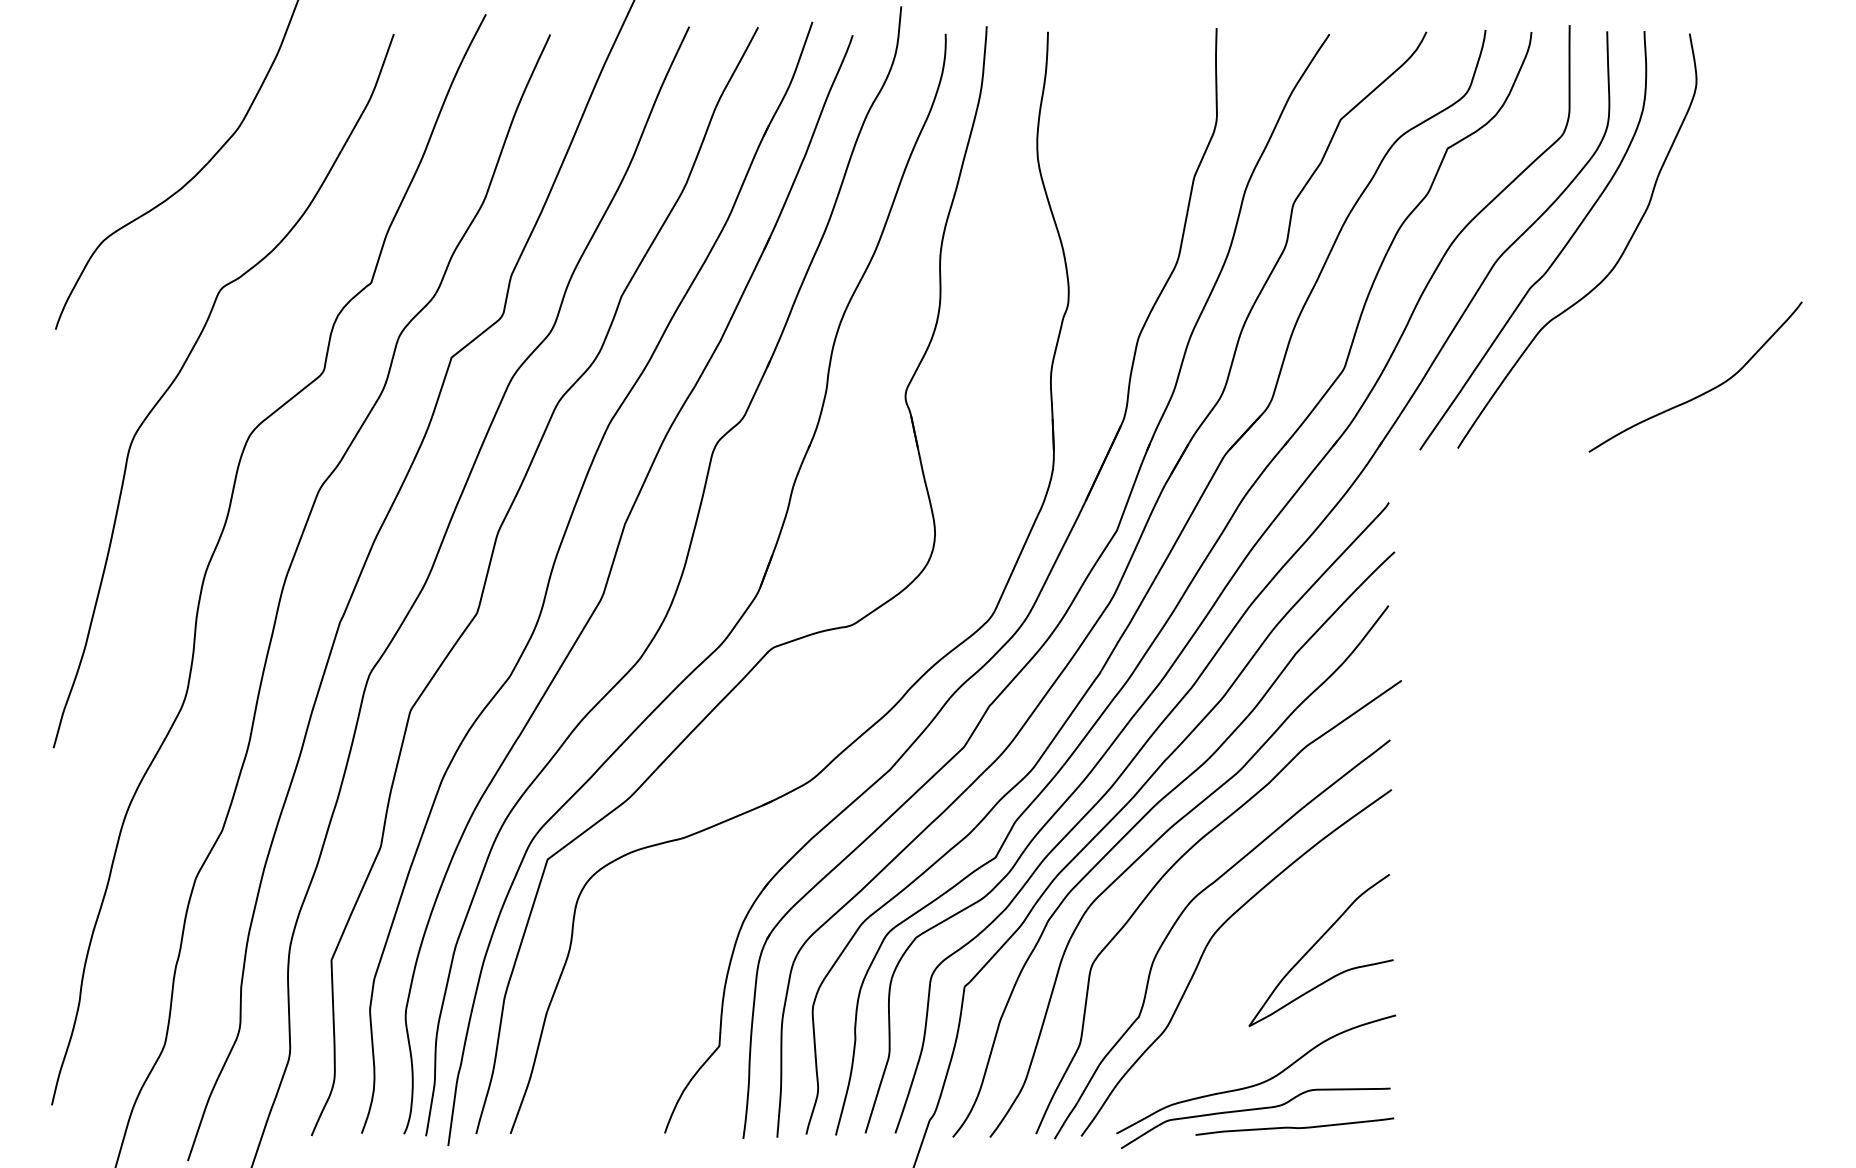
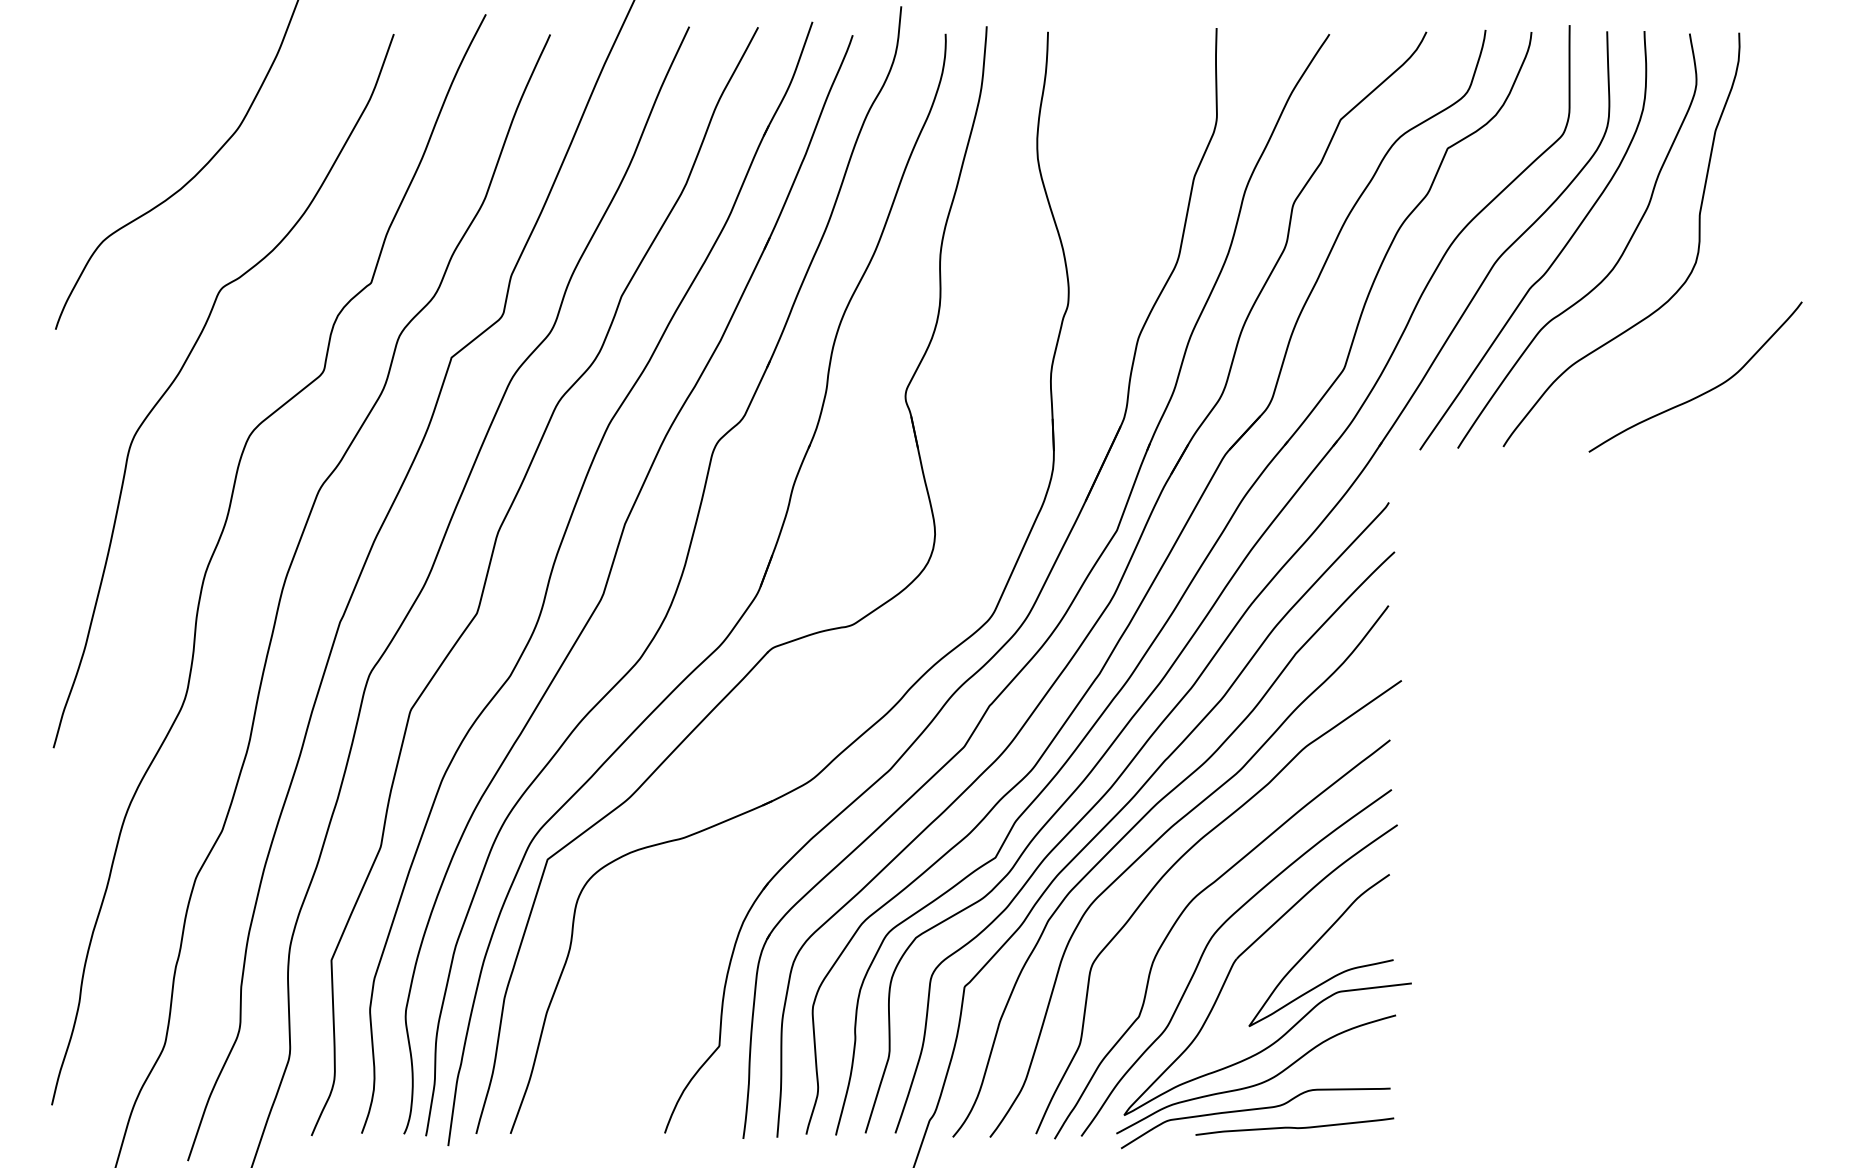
curve at (1676, 290): none -> present
part at (1249, 948): none -> present
